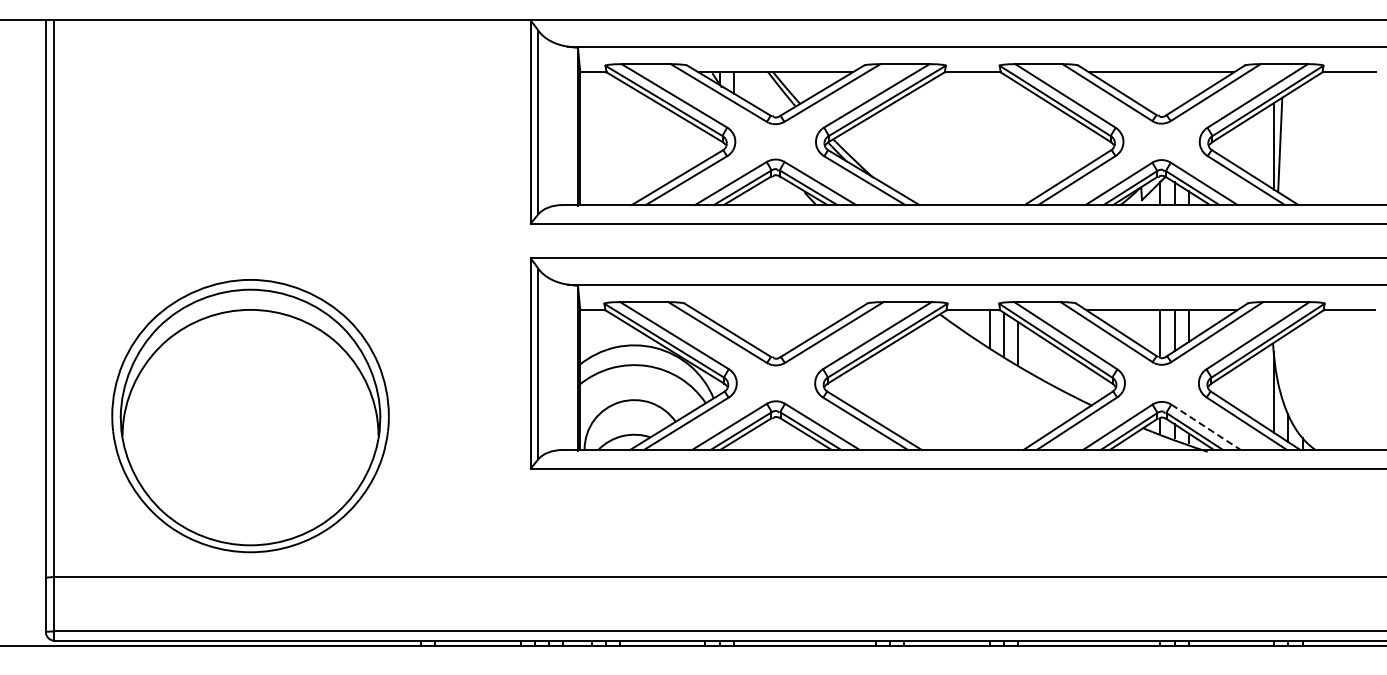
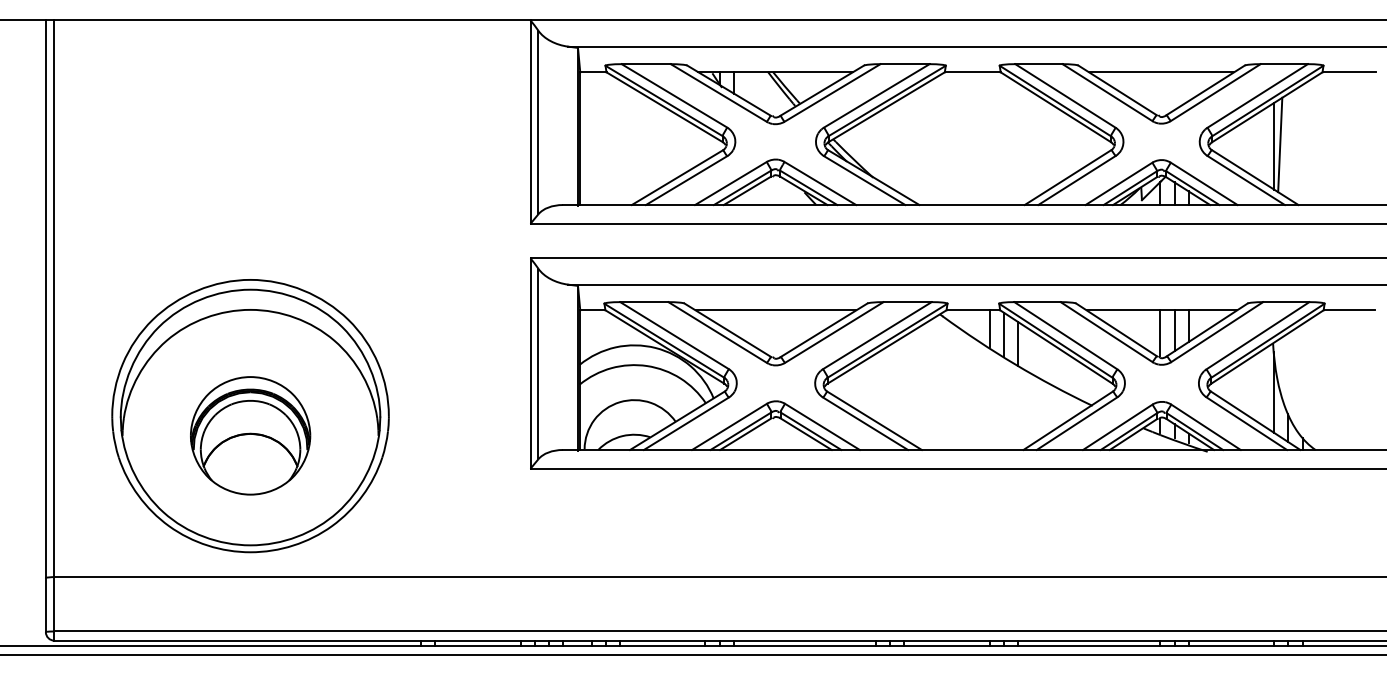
line at (775, 310): none -> present
line at (1206, 427): dashed -> solid
part at (250, 435): none -> present
line at (692, 654): none -> present
